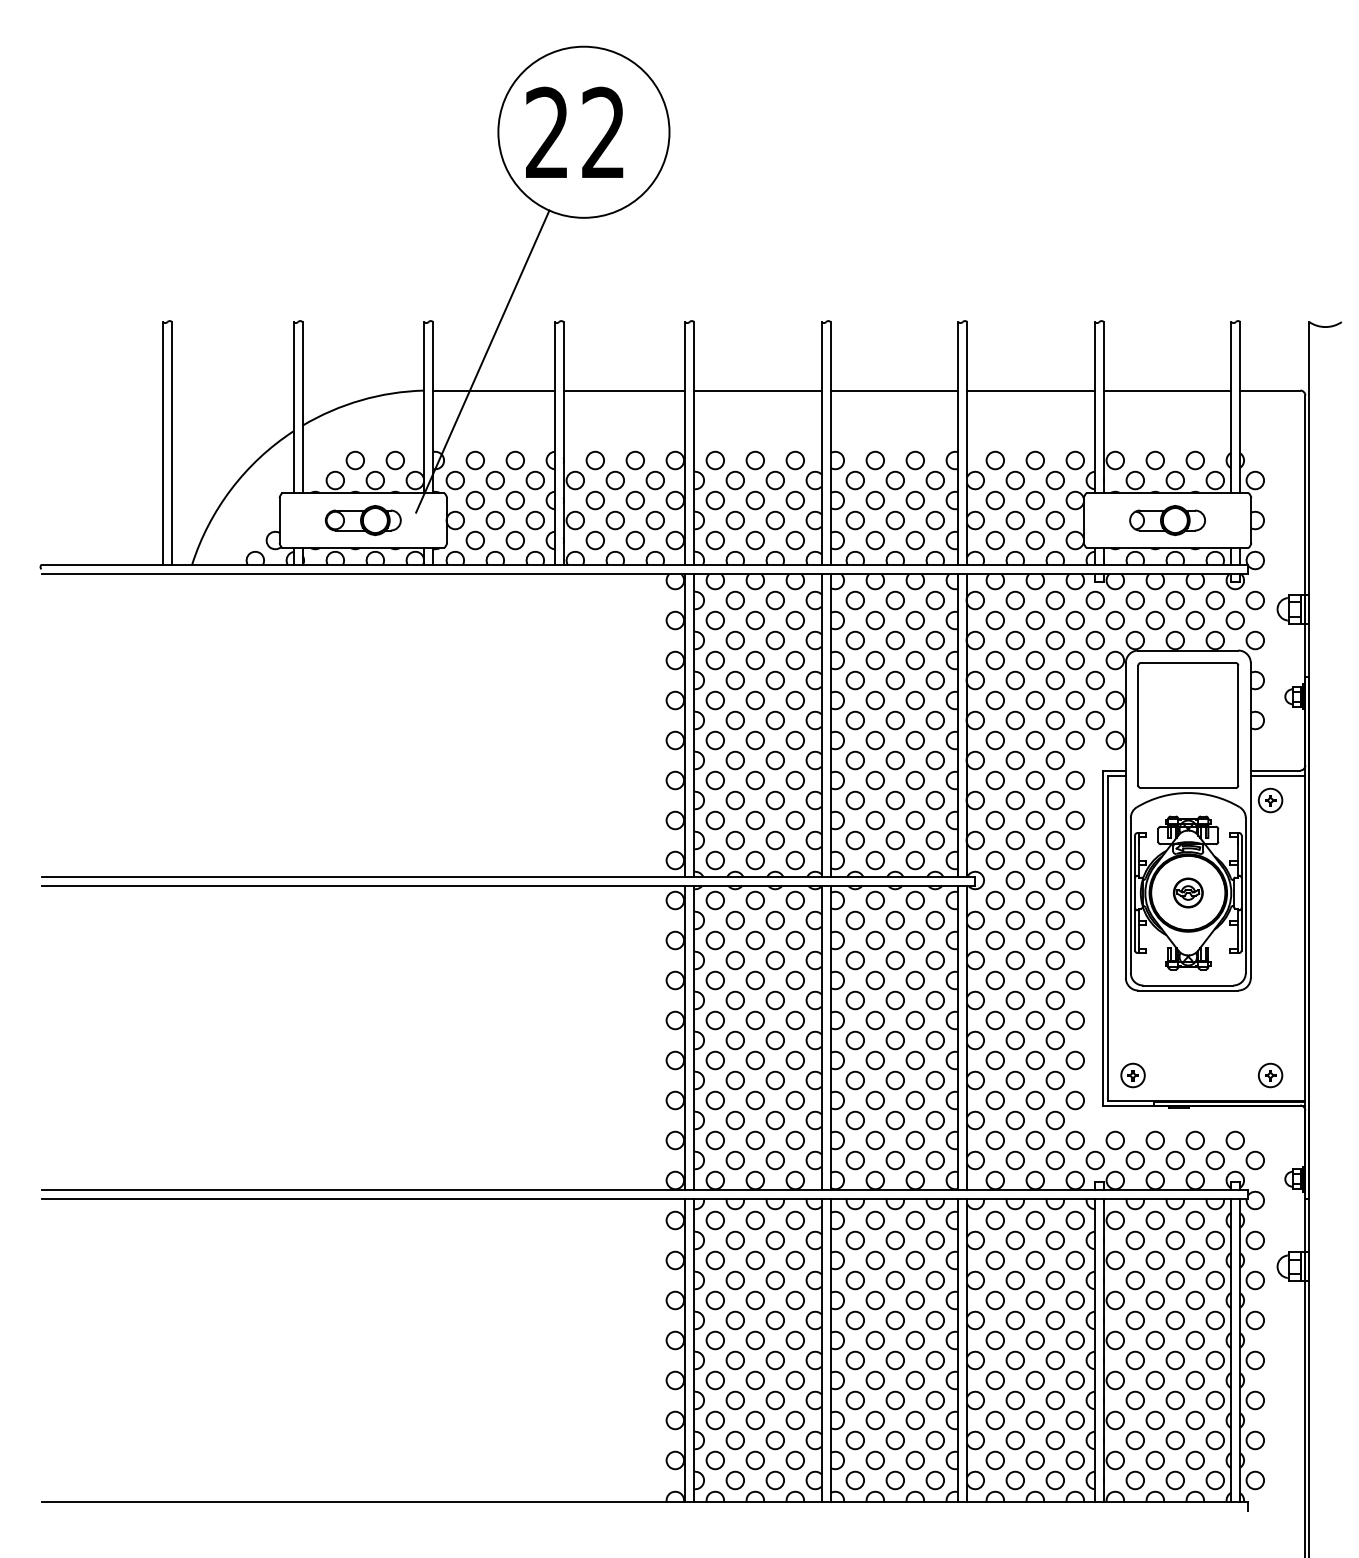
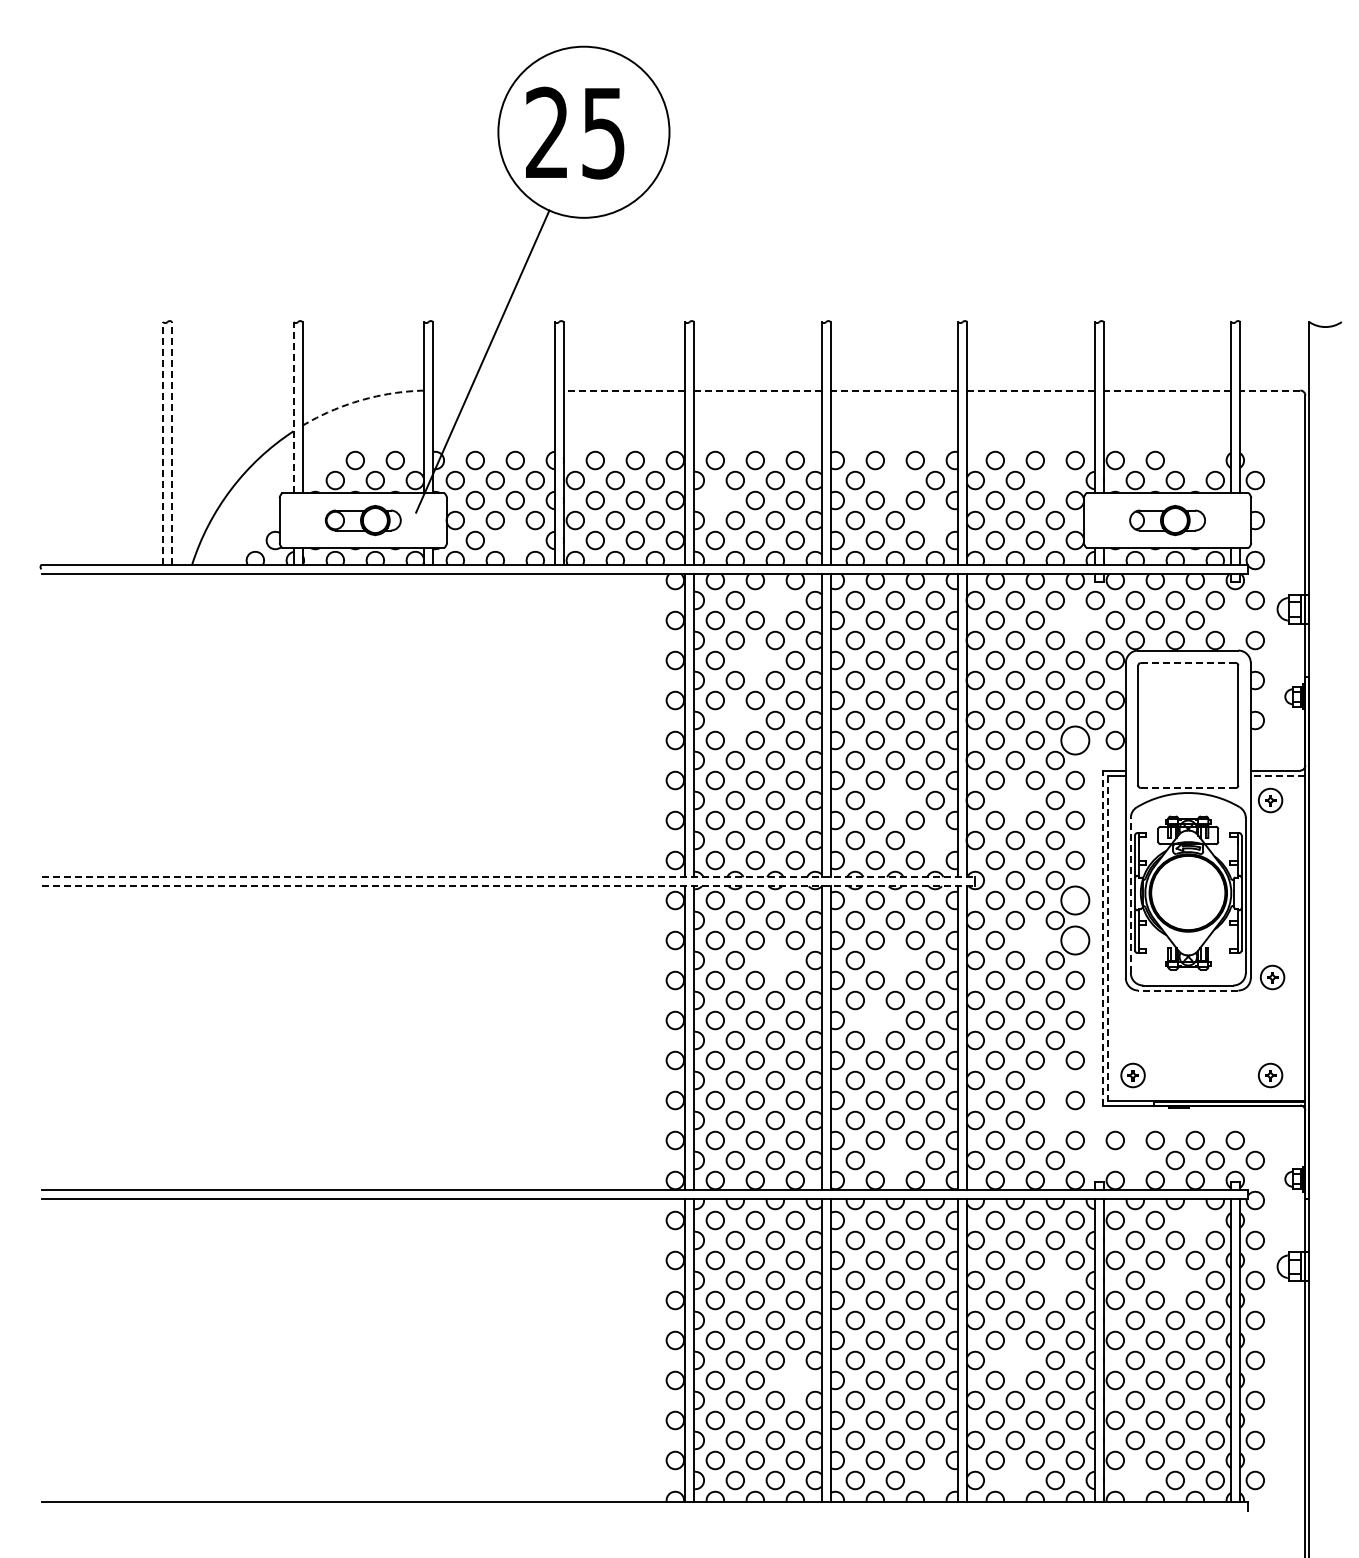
text at (603, 132): 22 -> 25
line at (493, 390): present -> none
line at (624, 390): solid -> dashed
line at (757, 390): solid -> dashed
line at (894, 390): solid -> dashed
line at (1031, 390): solid -> dashed
line at (1167, 390): solid -> dashed
line at (1270, 390): solid -> dashed
arc at (361, 400): solid -> dashed
line at (293, 407): solid -> dashed
line at (163, 442): solid -> dashed
line at (172, 442): solid -> dashed
circle at (1194, 460): present -> none
circle at (894, 480): present -> none
circle at (1054, 480): present -> none
circle at (714, 500): present -> none
circle at (934, 520): present -> none
circle at (514, 540): present -> none
circle at (774, 600): present -> none
circle at (1074, 620): present -> none
circle at (1234, 620): present -> none
circle at (754, 660): present -> none
line at (1187, 663): solid -> dashed
circle at (734, 720): present -> none
circle at (1075, 740) diameter: 17 px -> 28 px
line at (1277, 775): solid -> dashed
line at (1187, 788): solid -> dashed
circle at (894, 800): present -> none
circle at (1014, 800): present -> none
circle at (934, 840): present -> none
line at (508, 877): solid -> dashed
line at (508, 886): solid -> dashed
part at (1188, 892): present -> none
line at (1130, 895): solid -> dashed
circle at (1075, 900) diameter: 17 px -> 28 px
line at (1102, 937): solid -> dashed
line at (1108, 938): solid -> dashed
circle at (1034, 940): present -> none
circle at (1075, 940) diameter: 17 px -> 28 px
circle at (774, 960): present -> none
circle at (894, 960): present -> none
part at (1272, 977): none -> present
line at (1188, 990): solid -> dashed
circle at (874, 1020): present -> none
circle at (1054, 1080): present -> none
circle at (1054, 1120): present -> none
circle at (894, 1160): present -> none
circle at (1094, 1160): present -> none
circle at (1134, 1160): present -> none
circle at (1194, 1220): present -> none
circle at (1054, 1280): present -> none
circle at (1174, 1280): present -> none
circle at (1014, 1360): present -> none
circle at (794, 1380): present -> none
circle at (934, 1480): present -> none
circle at (1014, 1480): present -> none
circle at (1134, 1480): present -> none
